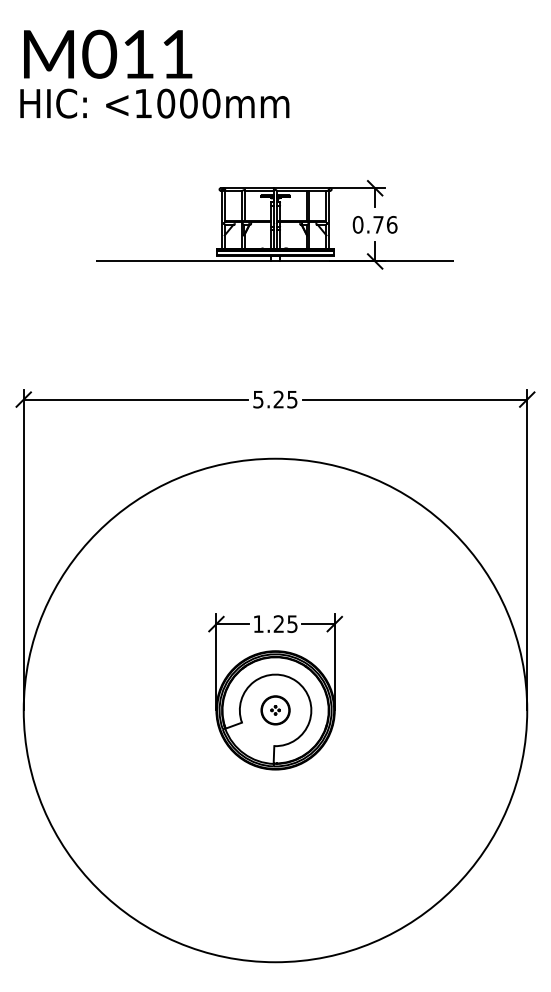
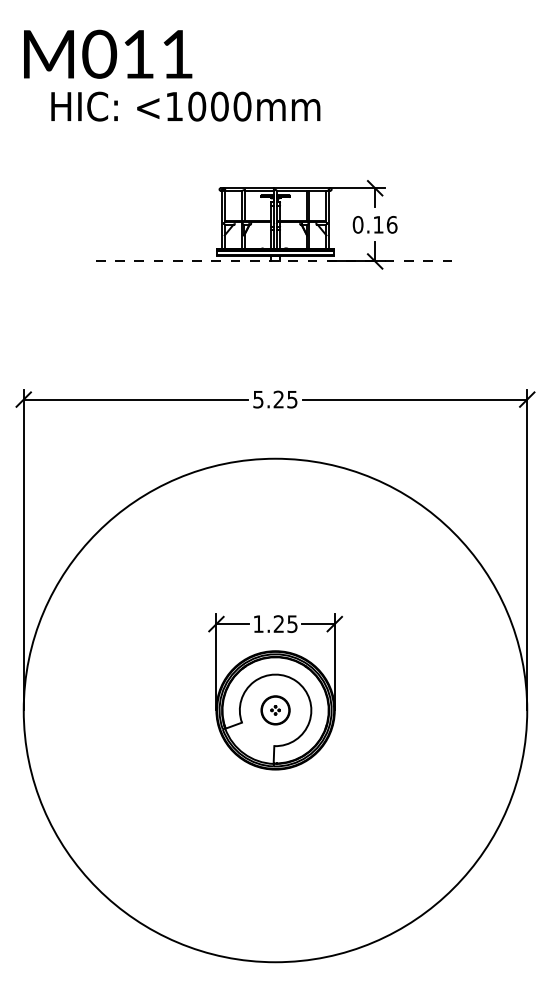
text at (154, 103) position: (154, 103) -> (185, 106)
text at (378, 224): 0.76 -> 0.16
line at (274, 261): solid -> dashed
